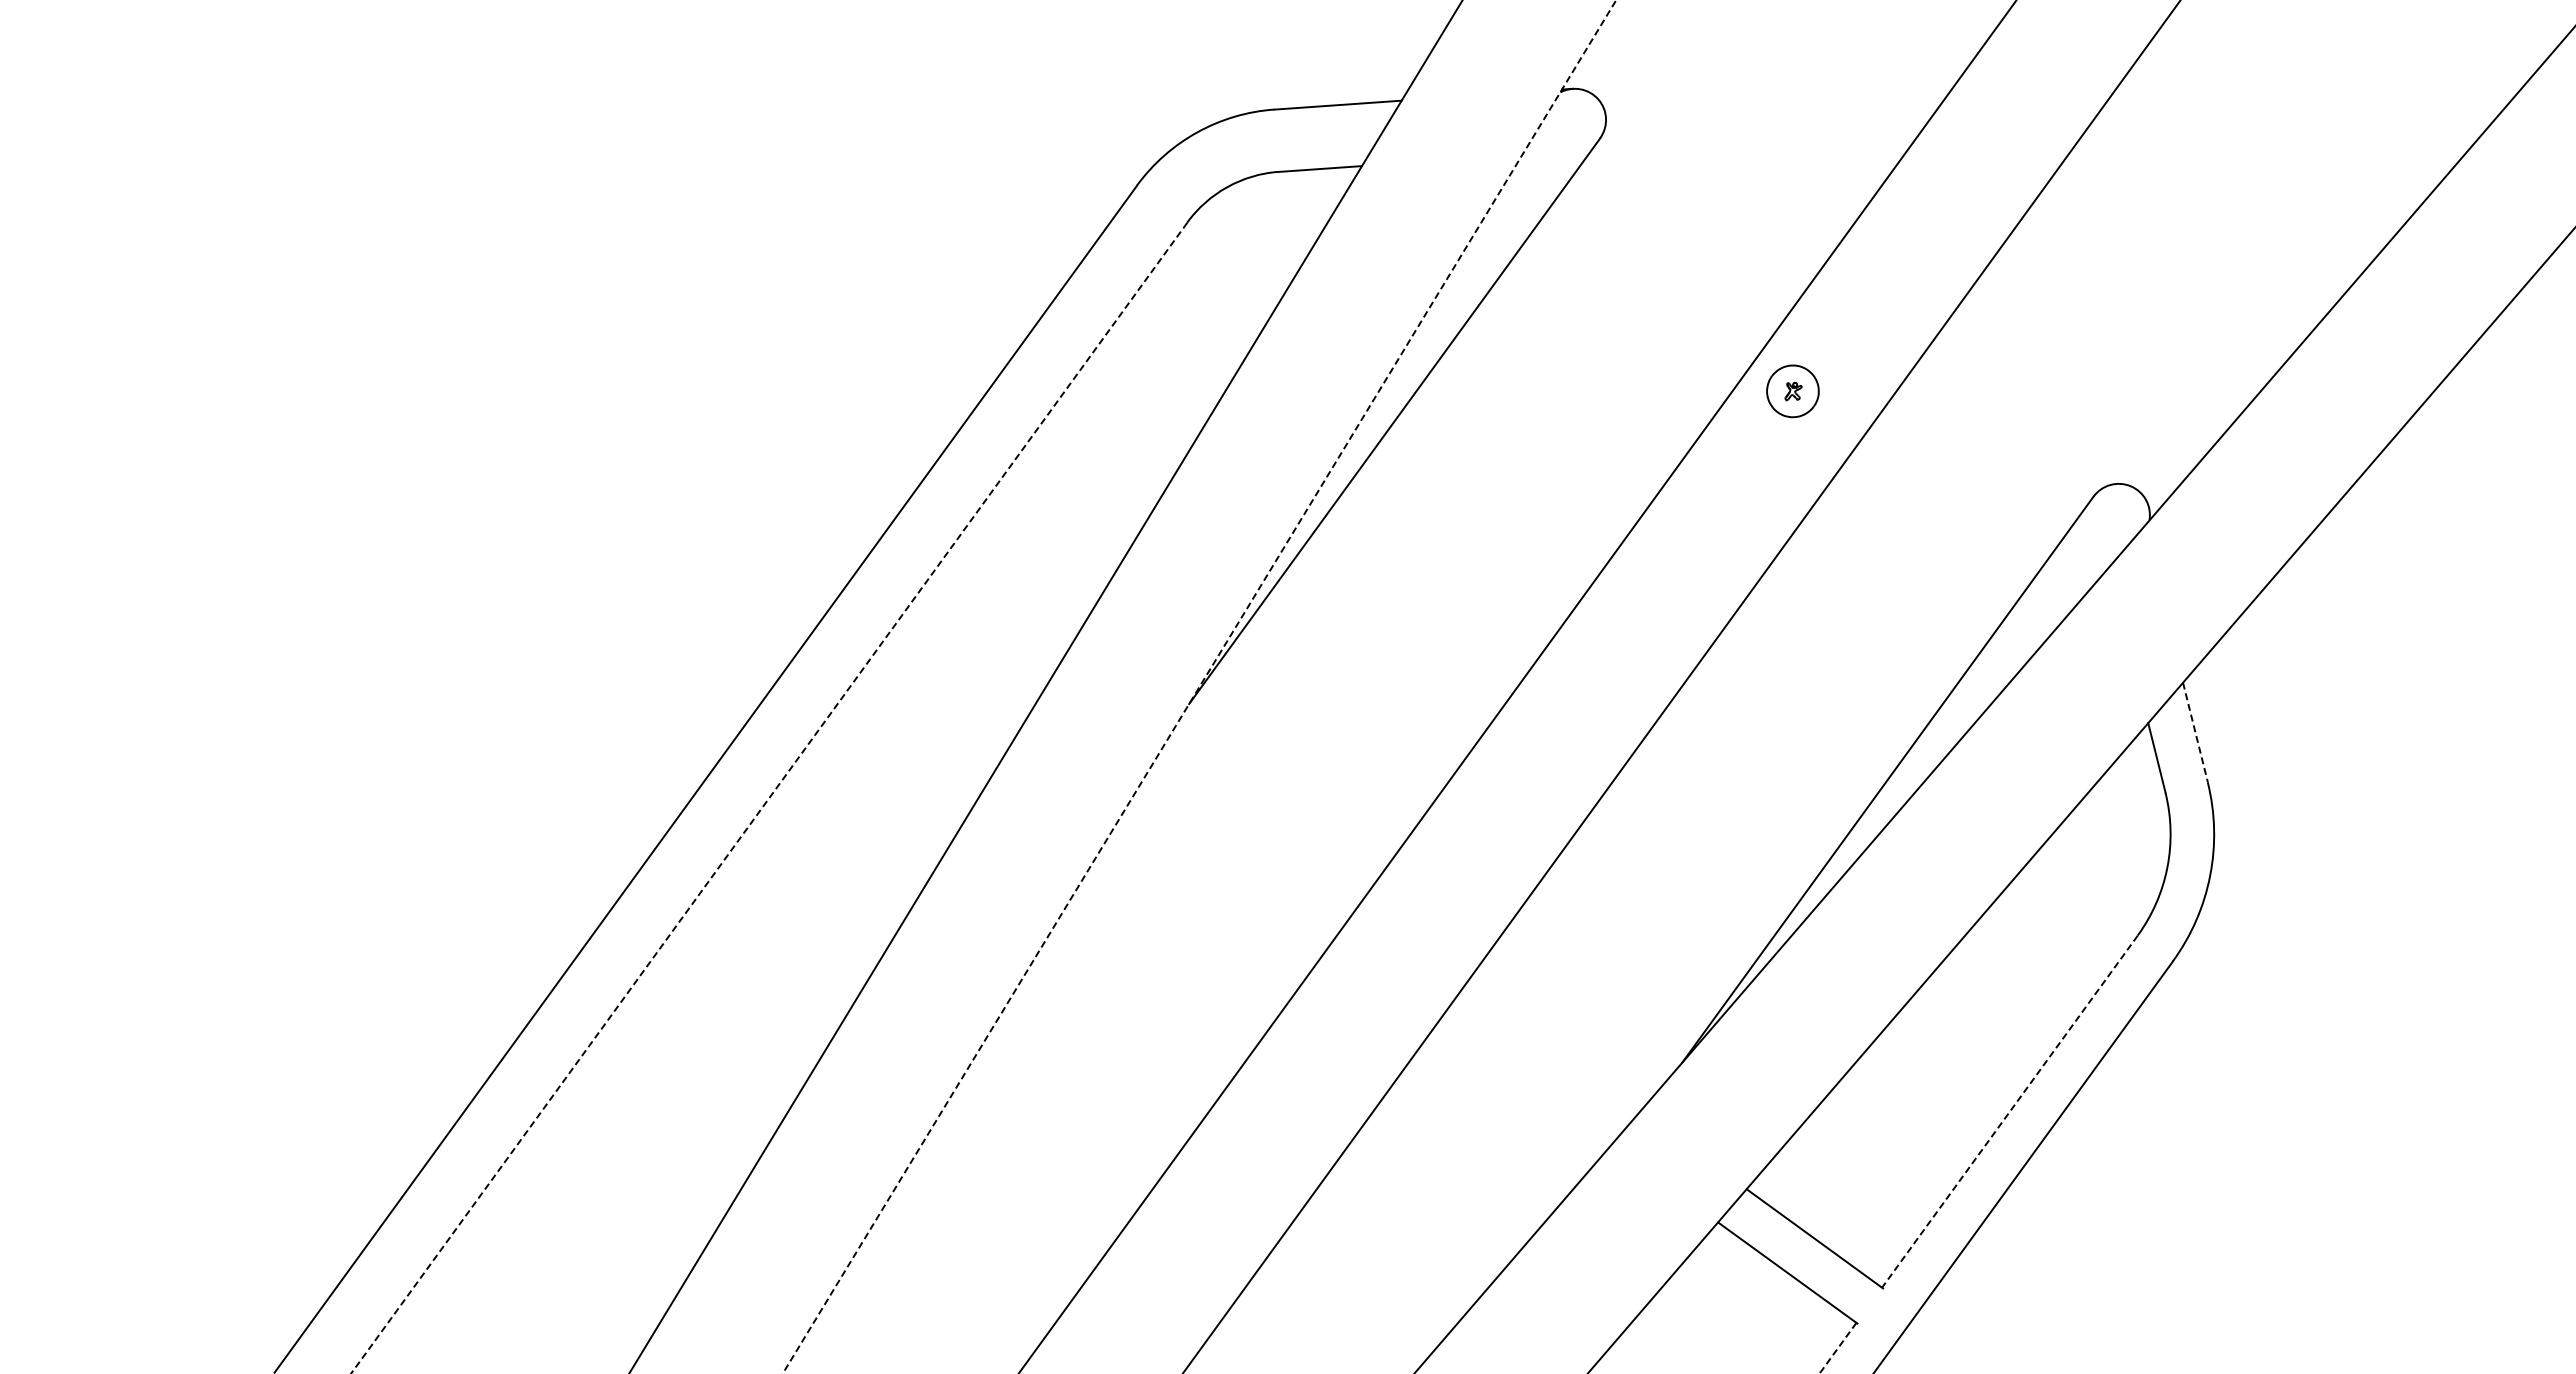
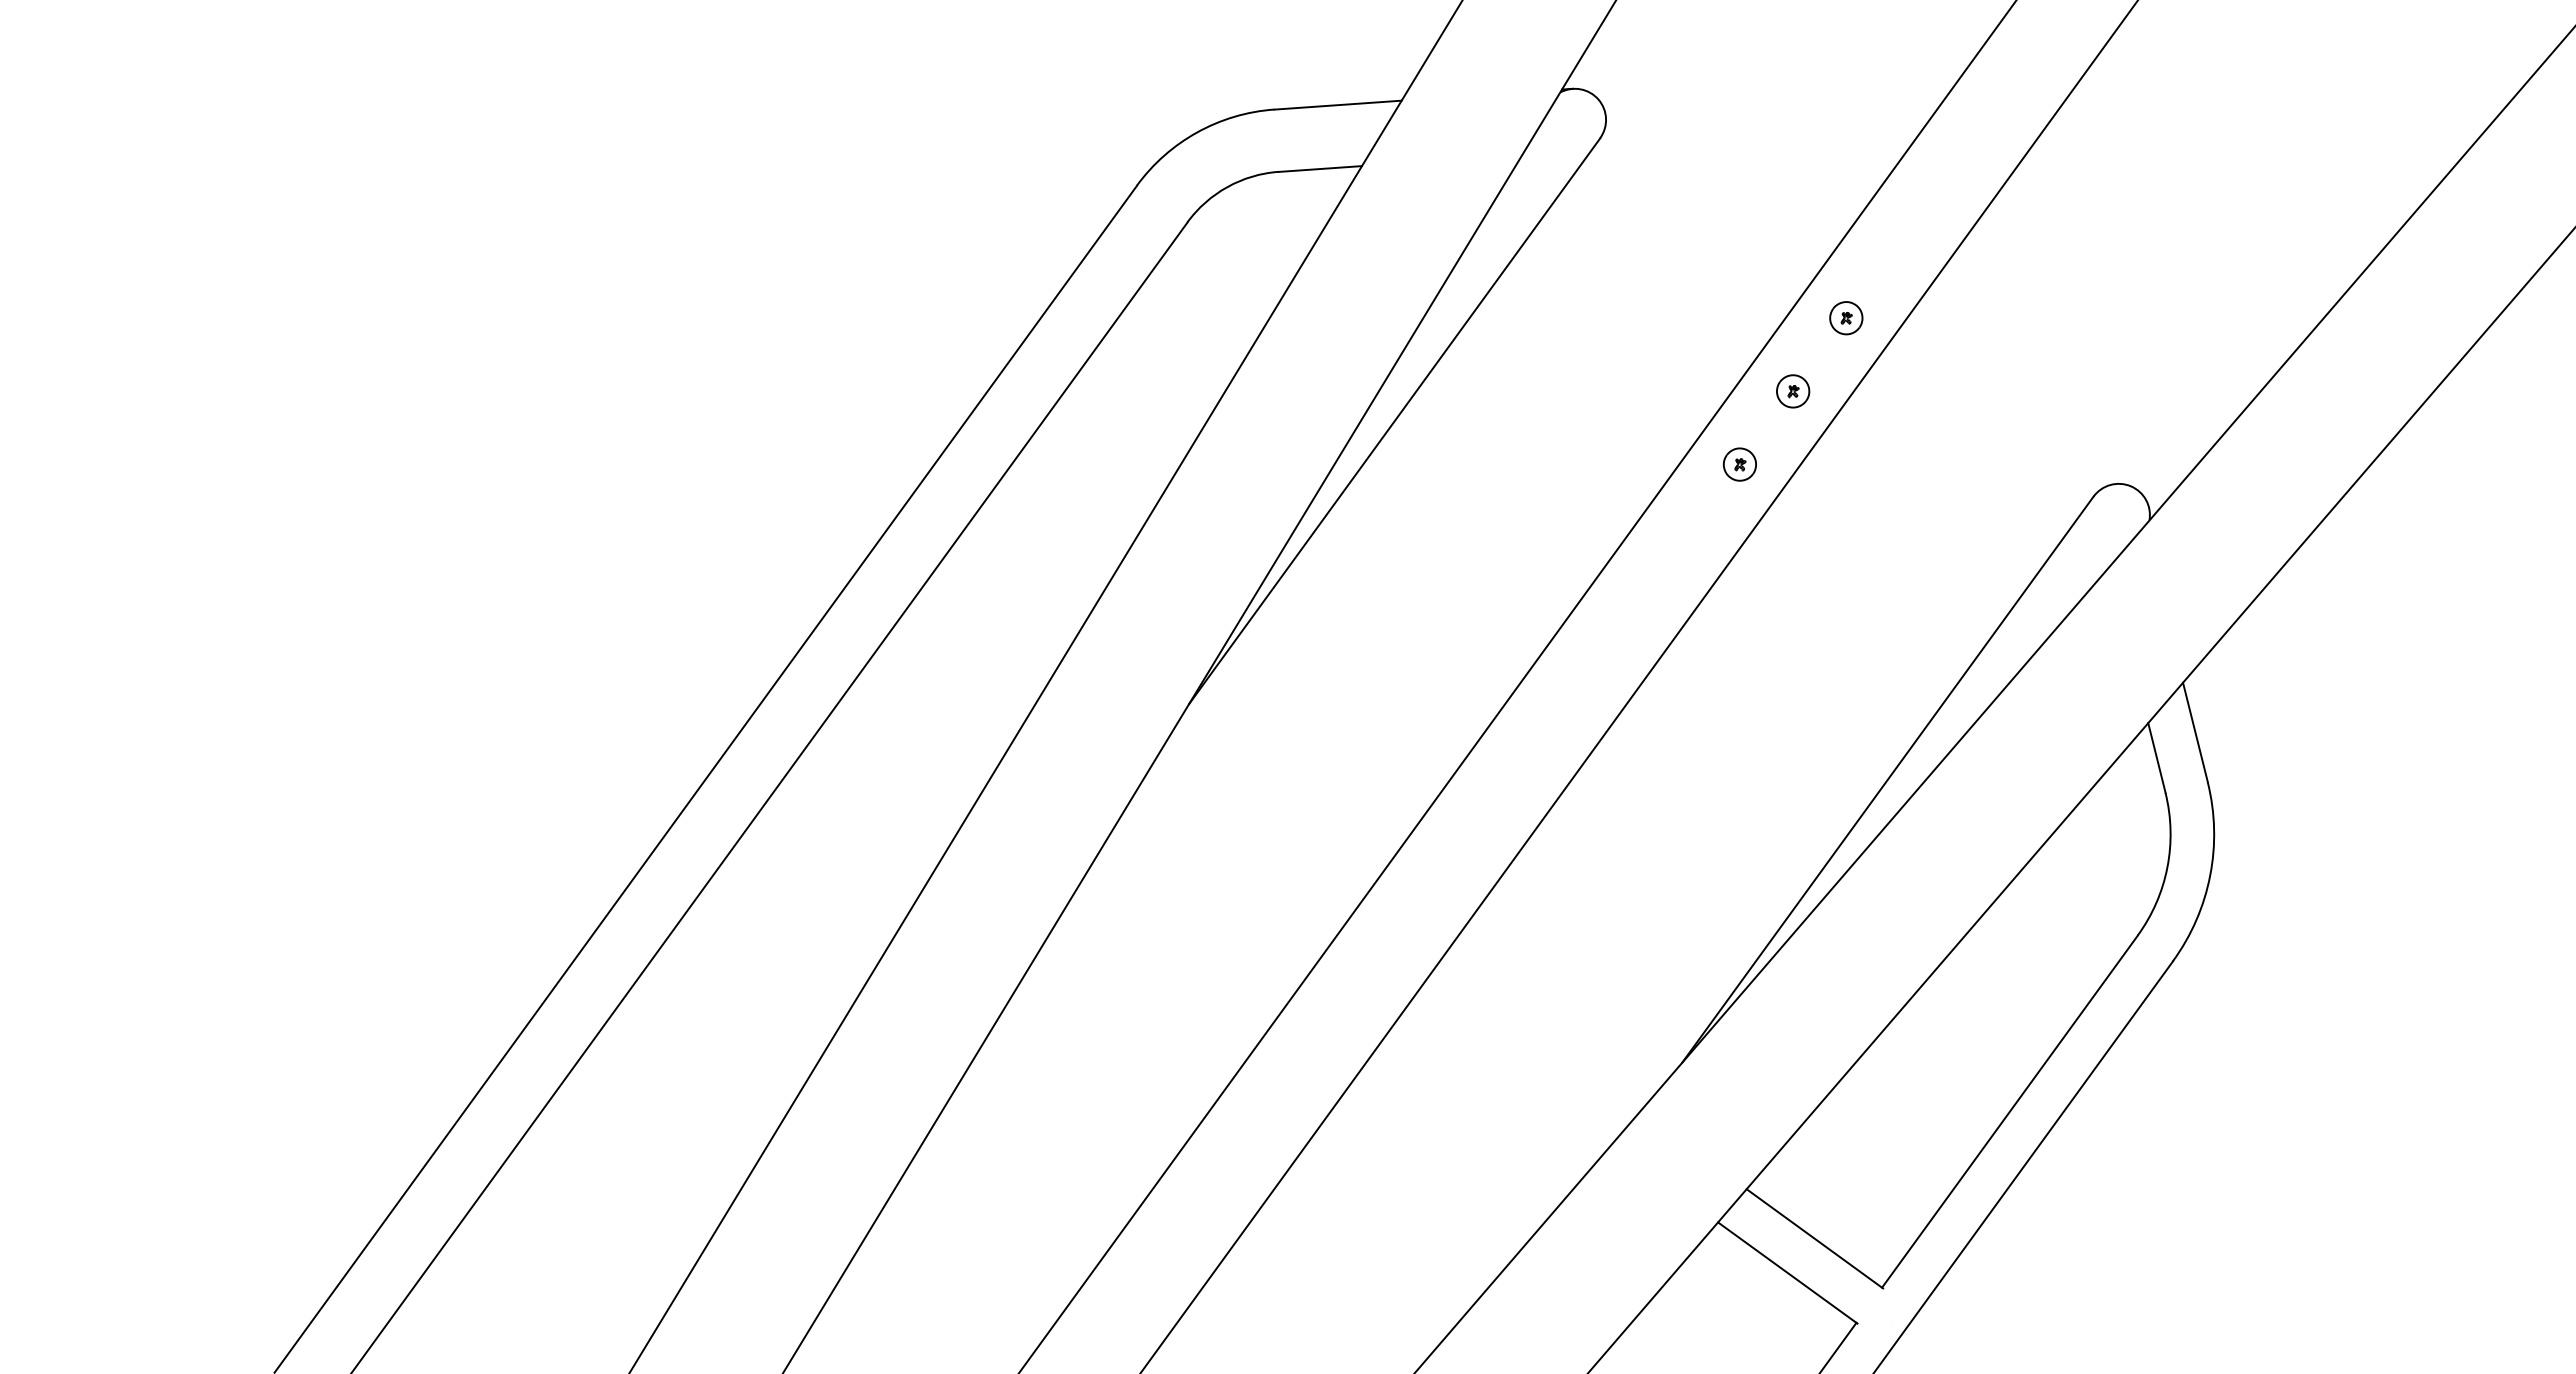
part at (1846, 318): none -> present
part at (1792, 391) size: 54x55 px -> 35x35 px
part at (1739, 464): none -> present
line at (1681, 686) position: (1681, 686) -> (1639, 686)
line at (1199, 687): dashed -> solid
line at (2195, 732): dashed -> solid
line at (768, 798): dashed -> solid
line at (2009, 1111): dashed -> solid
line at (1837, 1348): dashed -> solid
